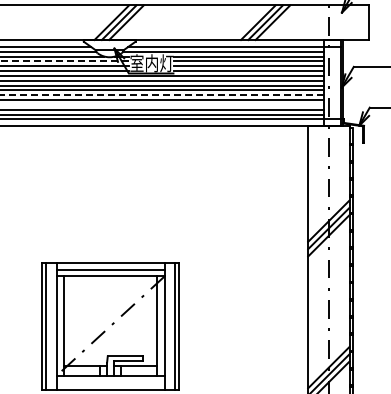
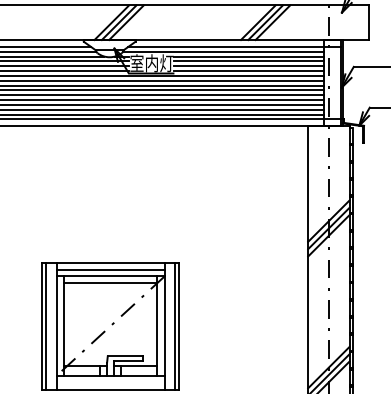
line at (64, 61): dashed -> solid
line at (161, 95): dashed -> solid
line at (162, 104): none -> present
line at (110, 283): none -> present
